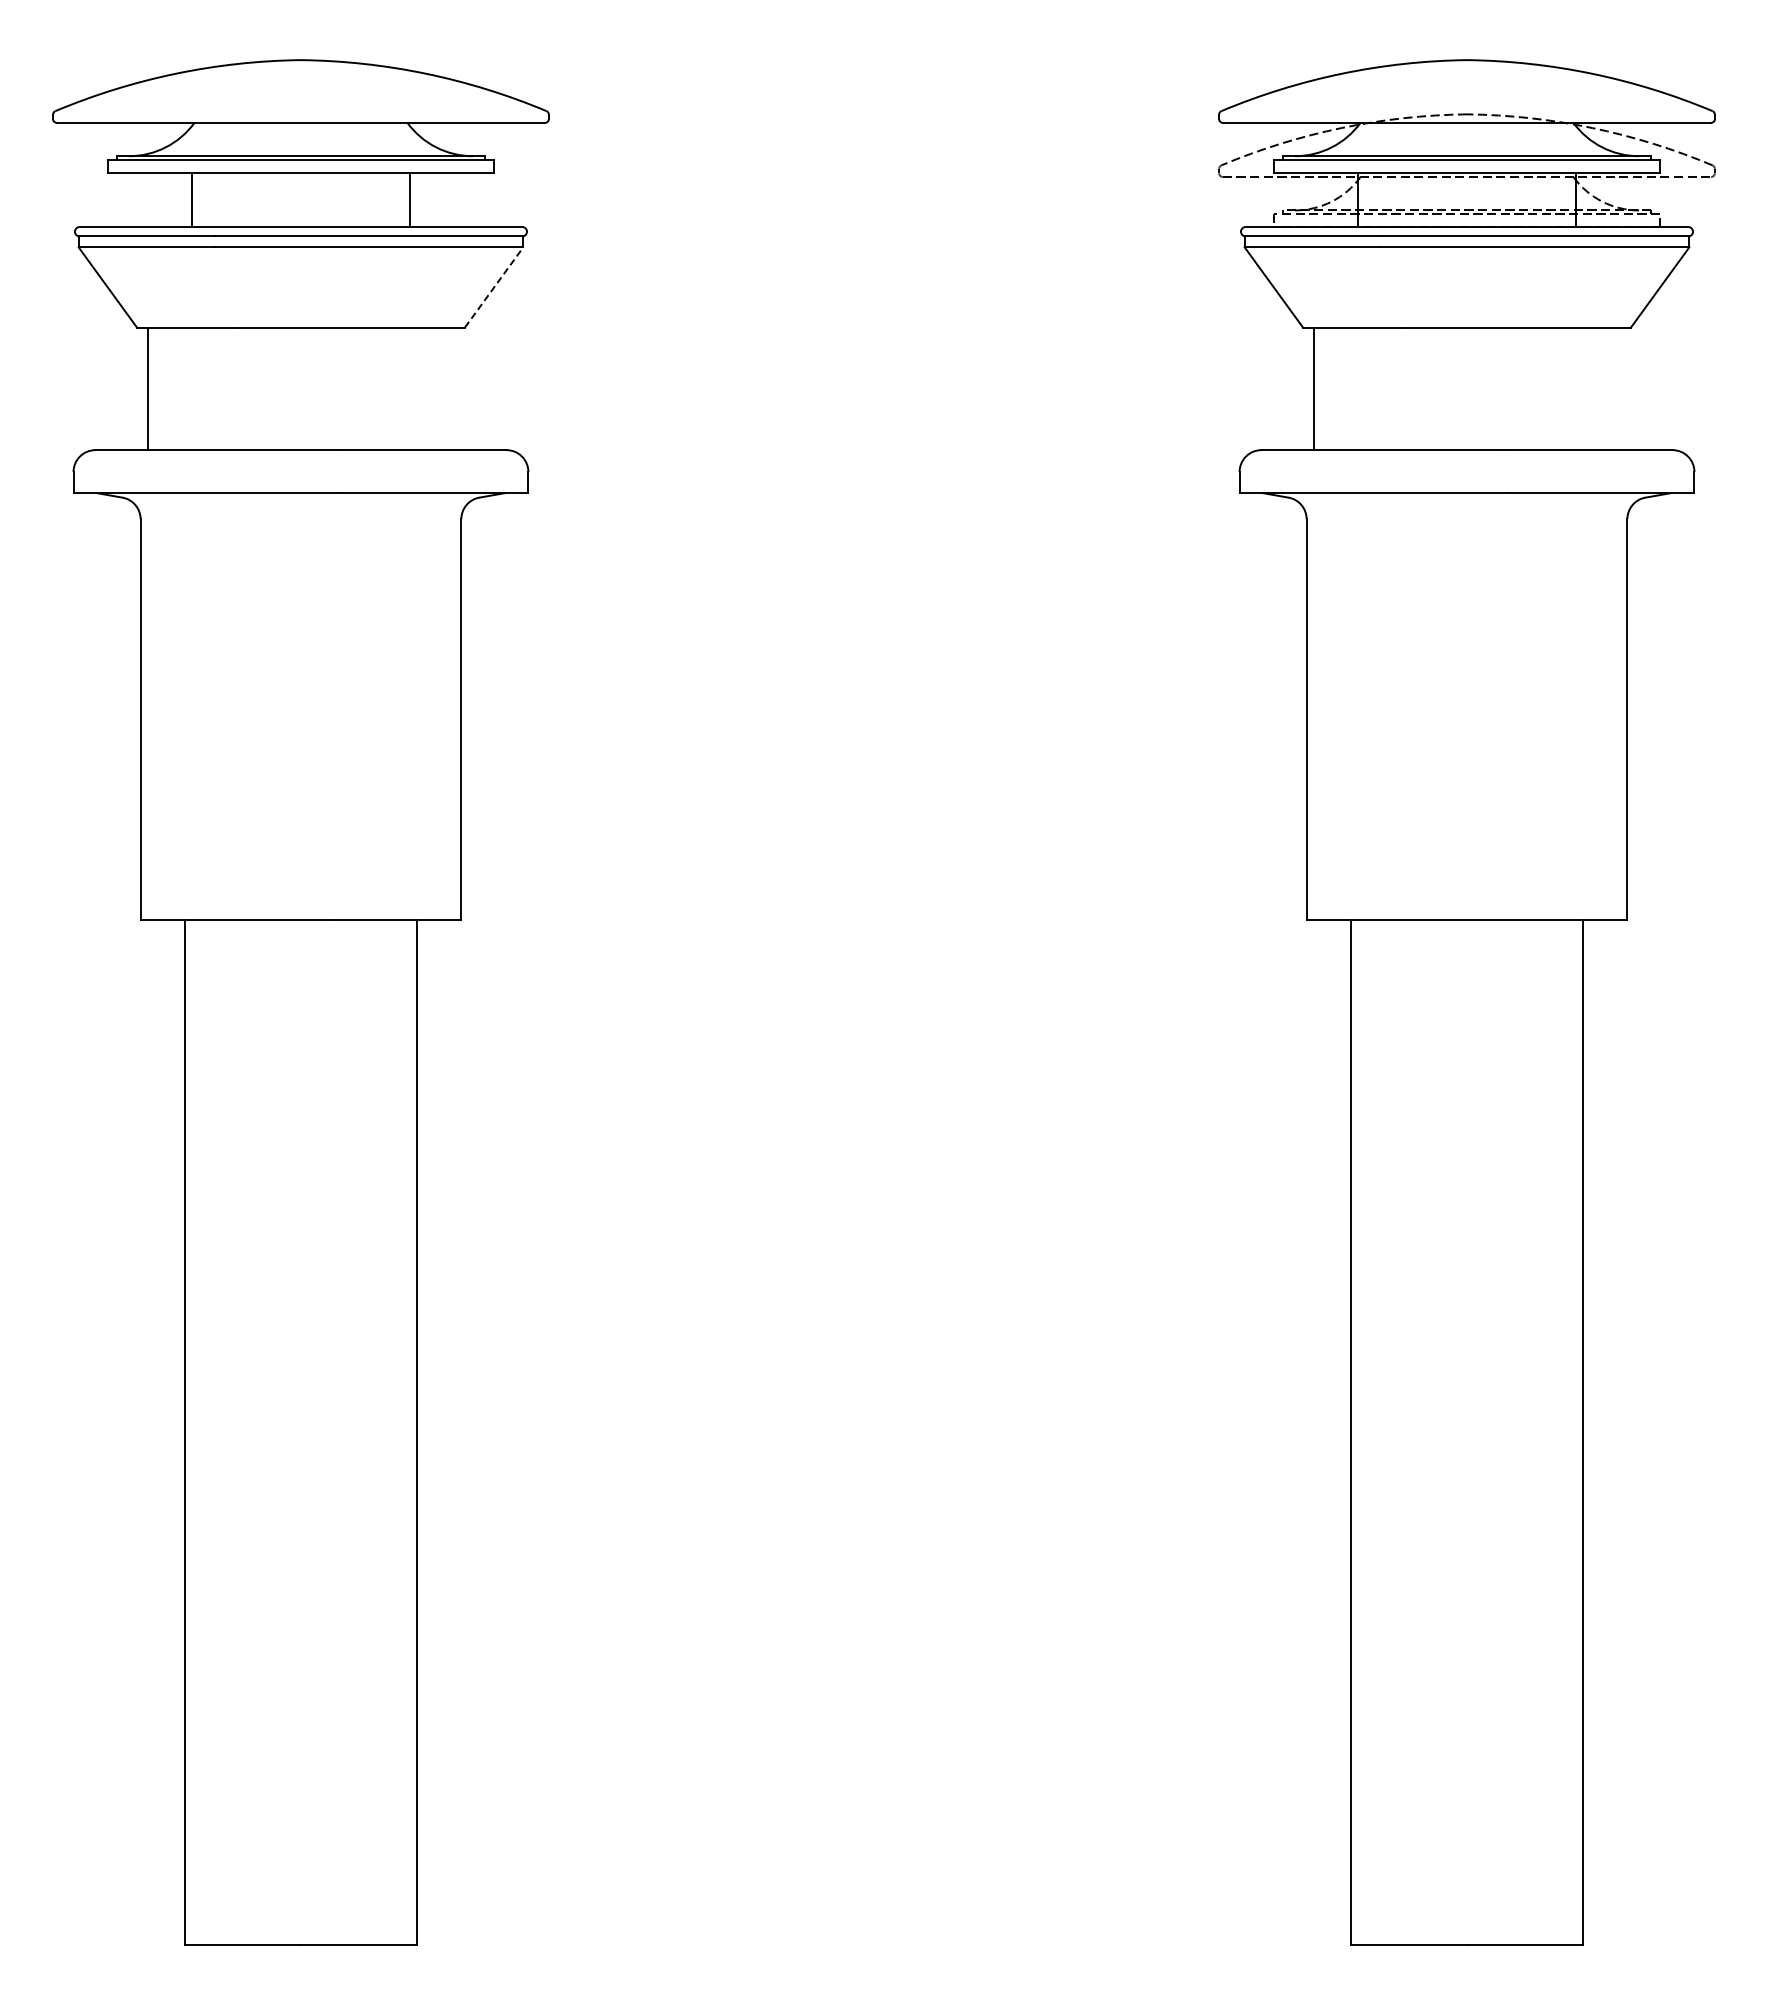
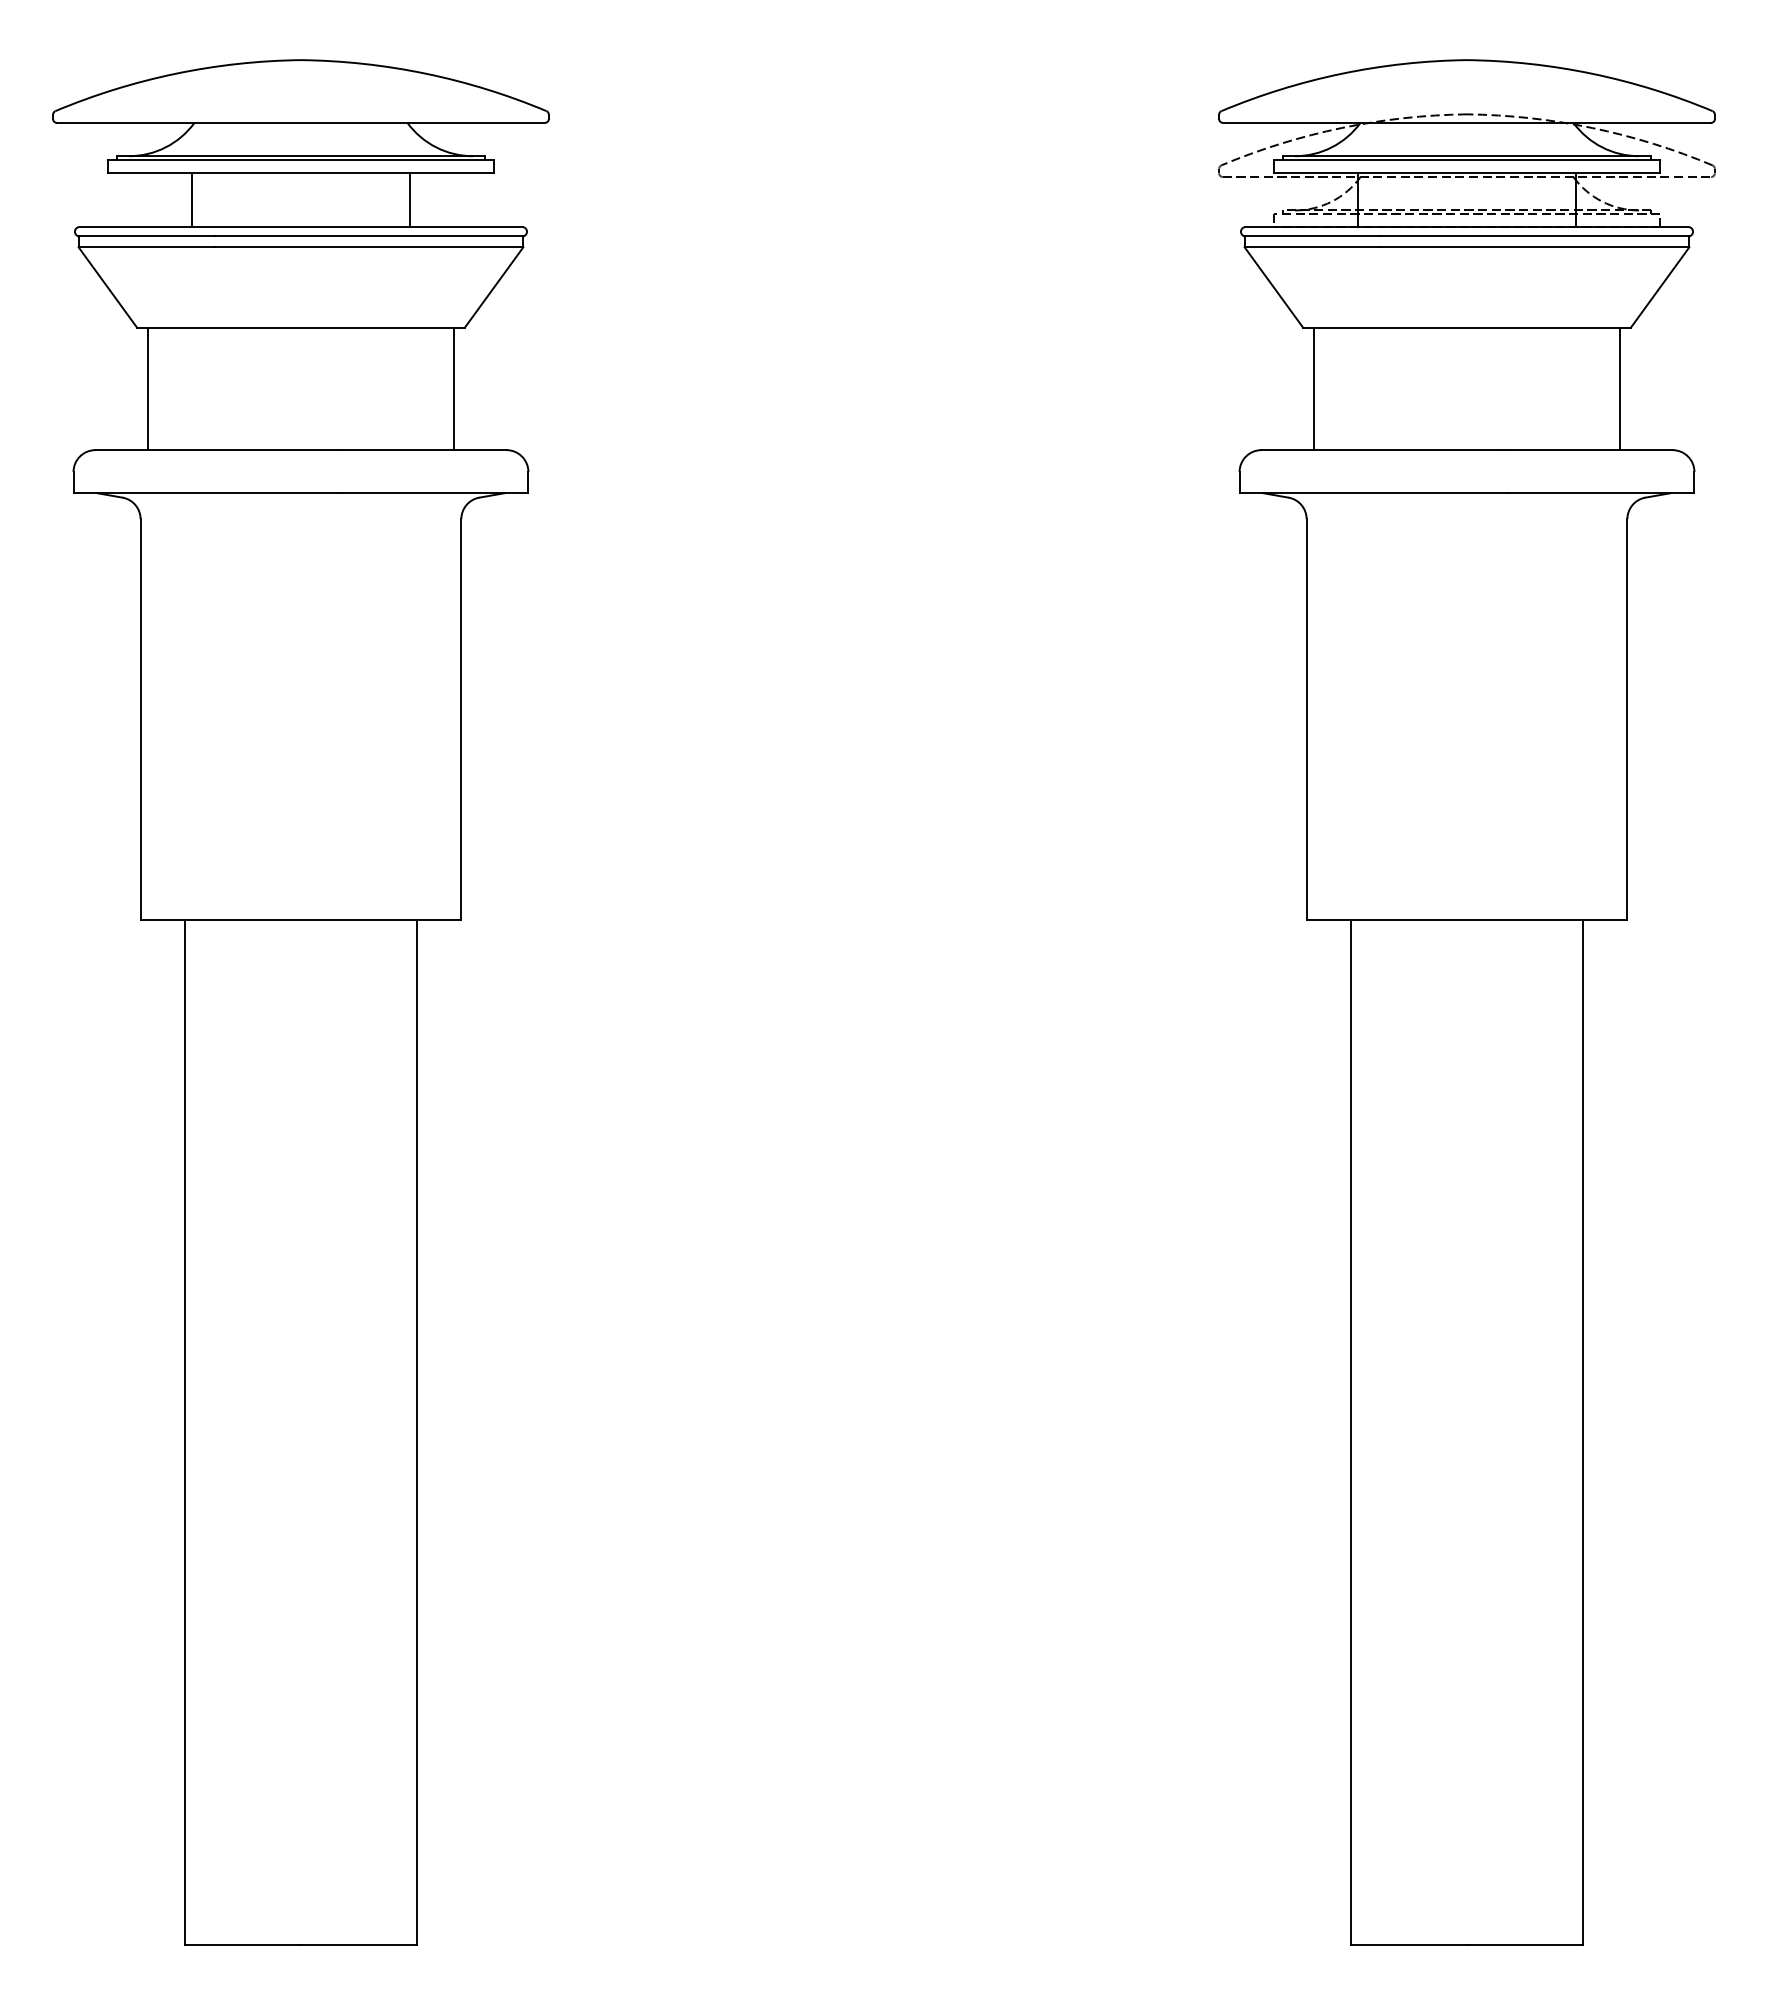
line at (494, 287): dashed -> solid
line at (454, 388): none -> present
line at (1620, 388): none -> present
